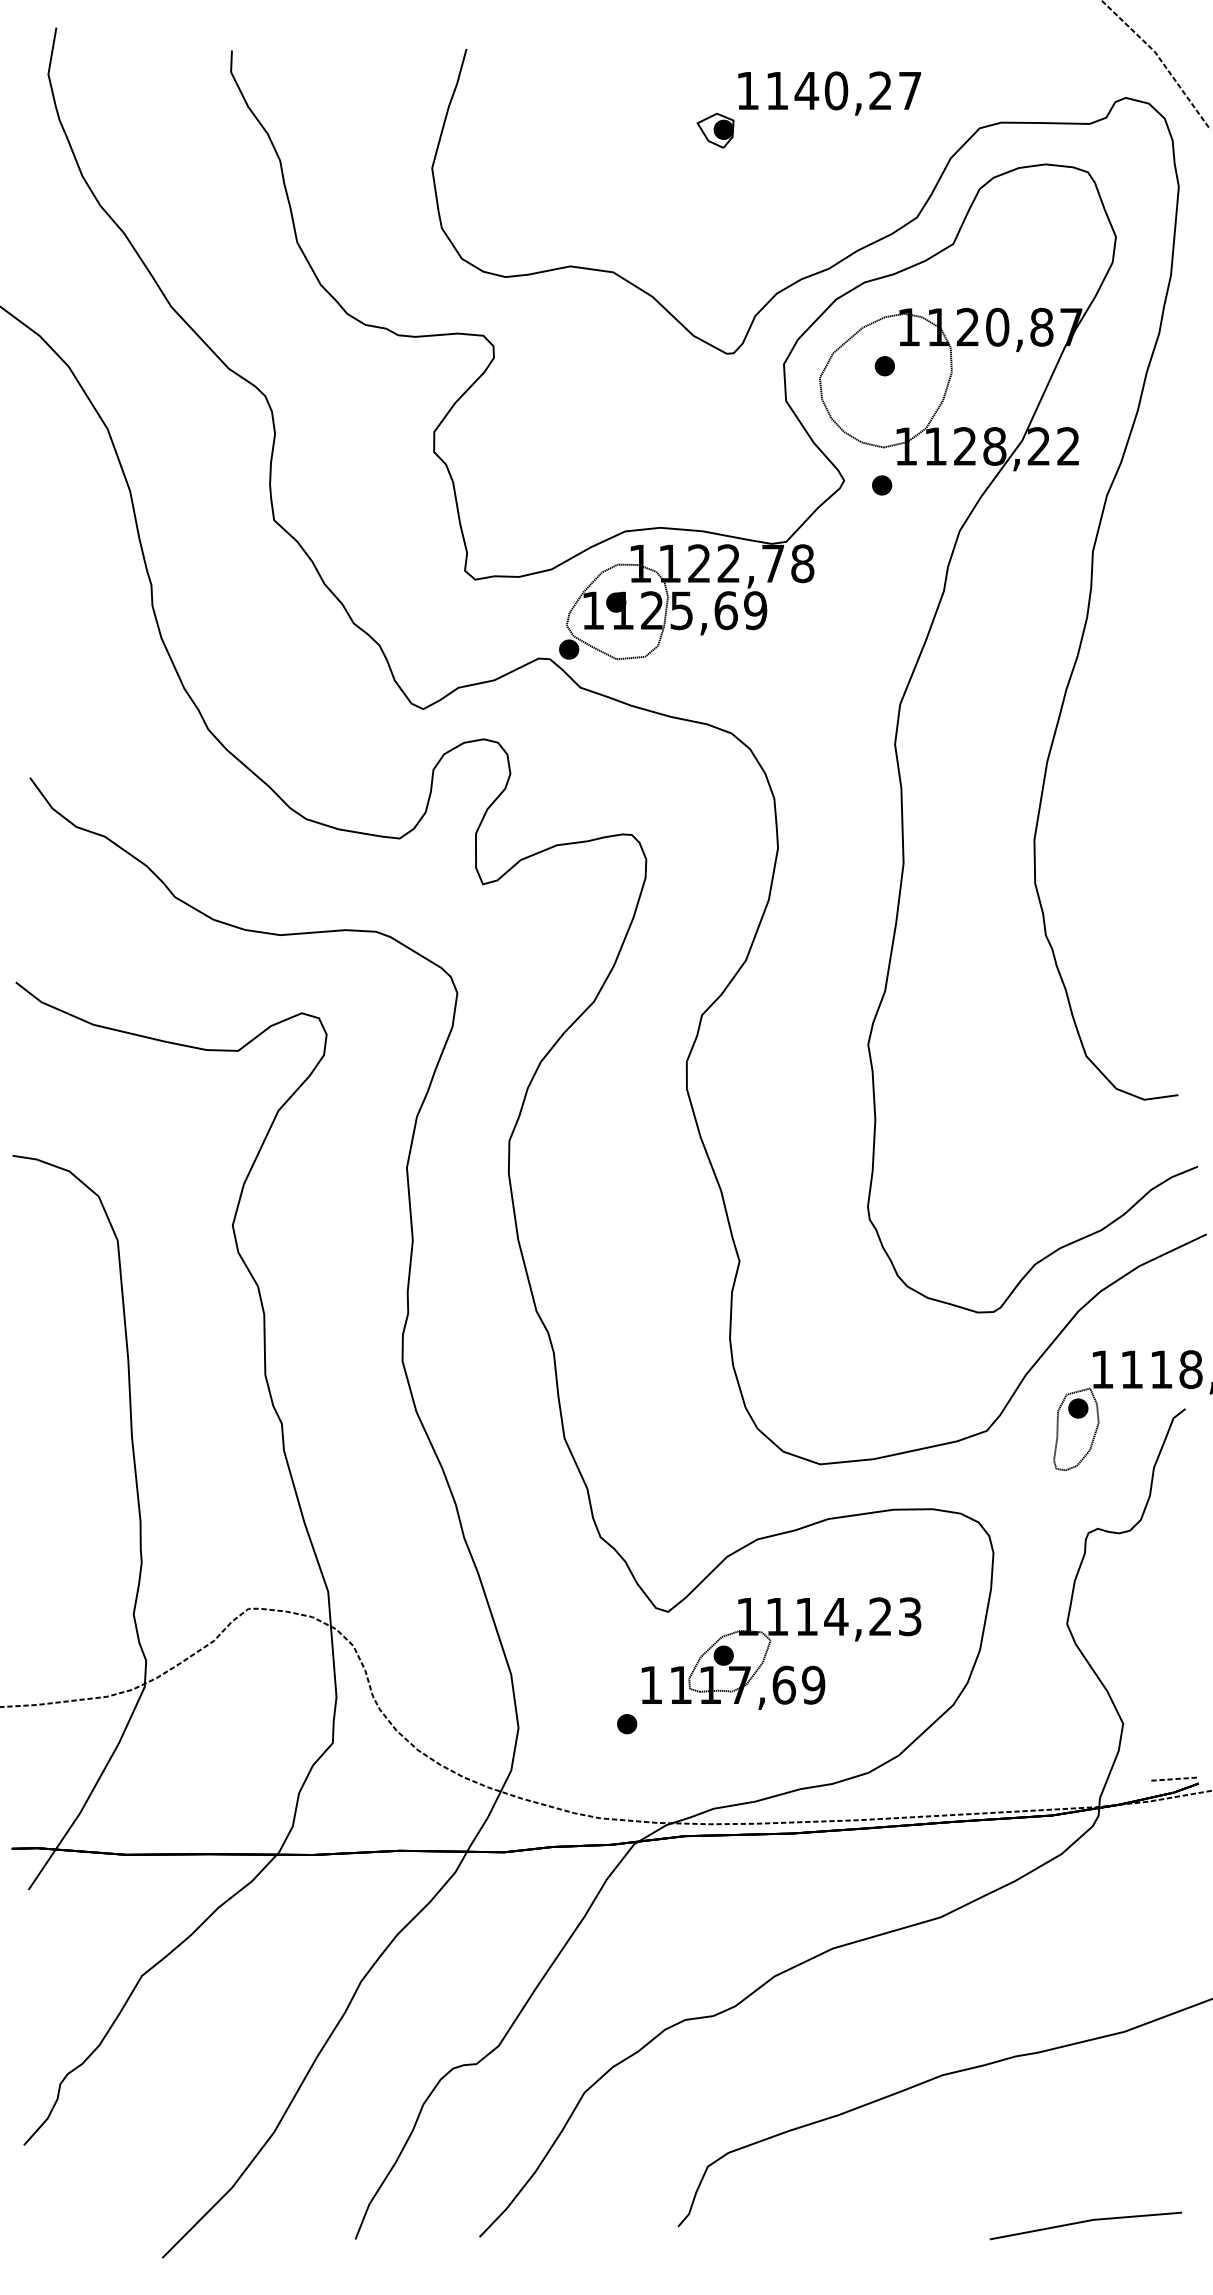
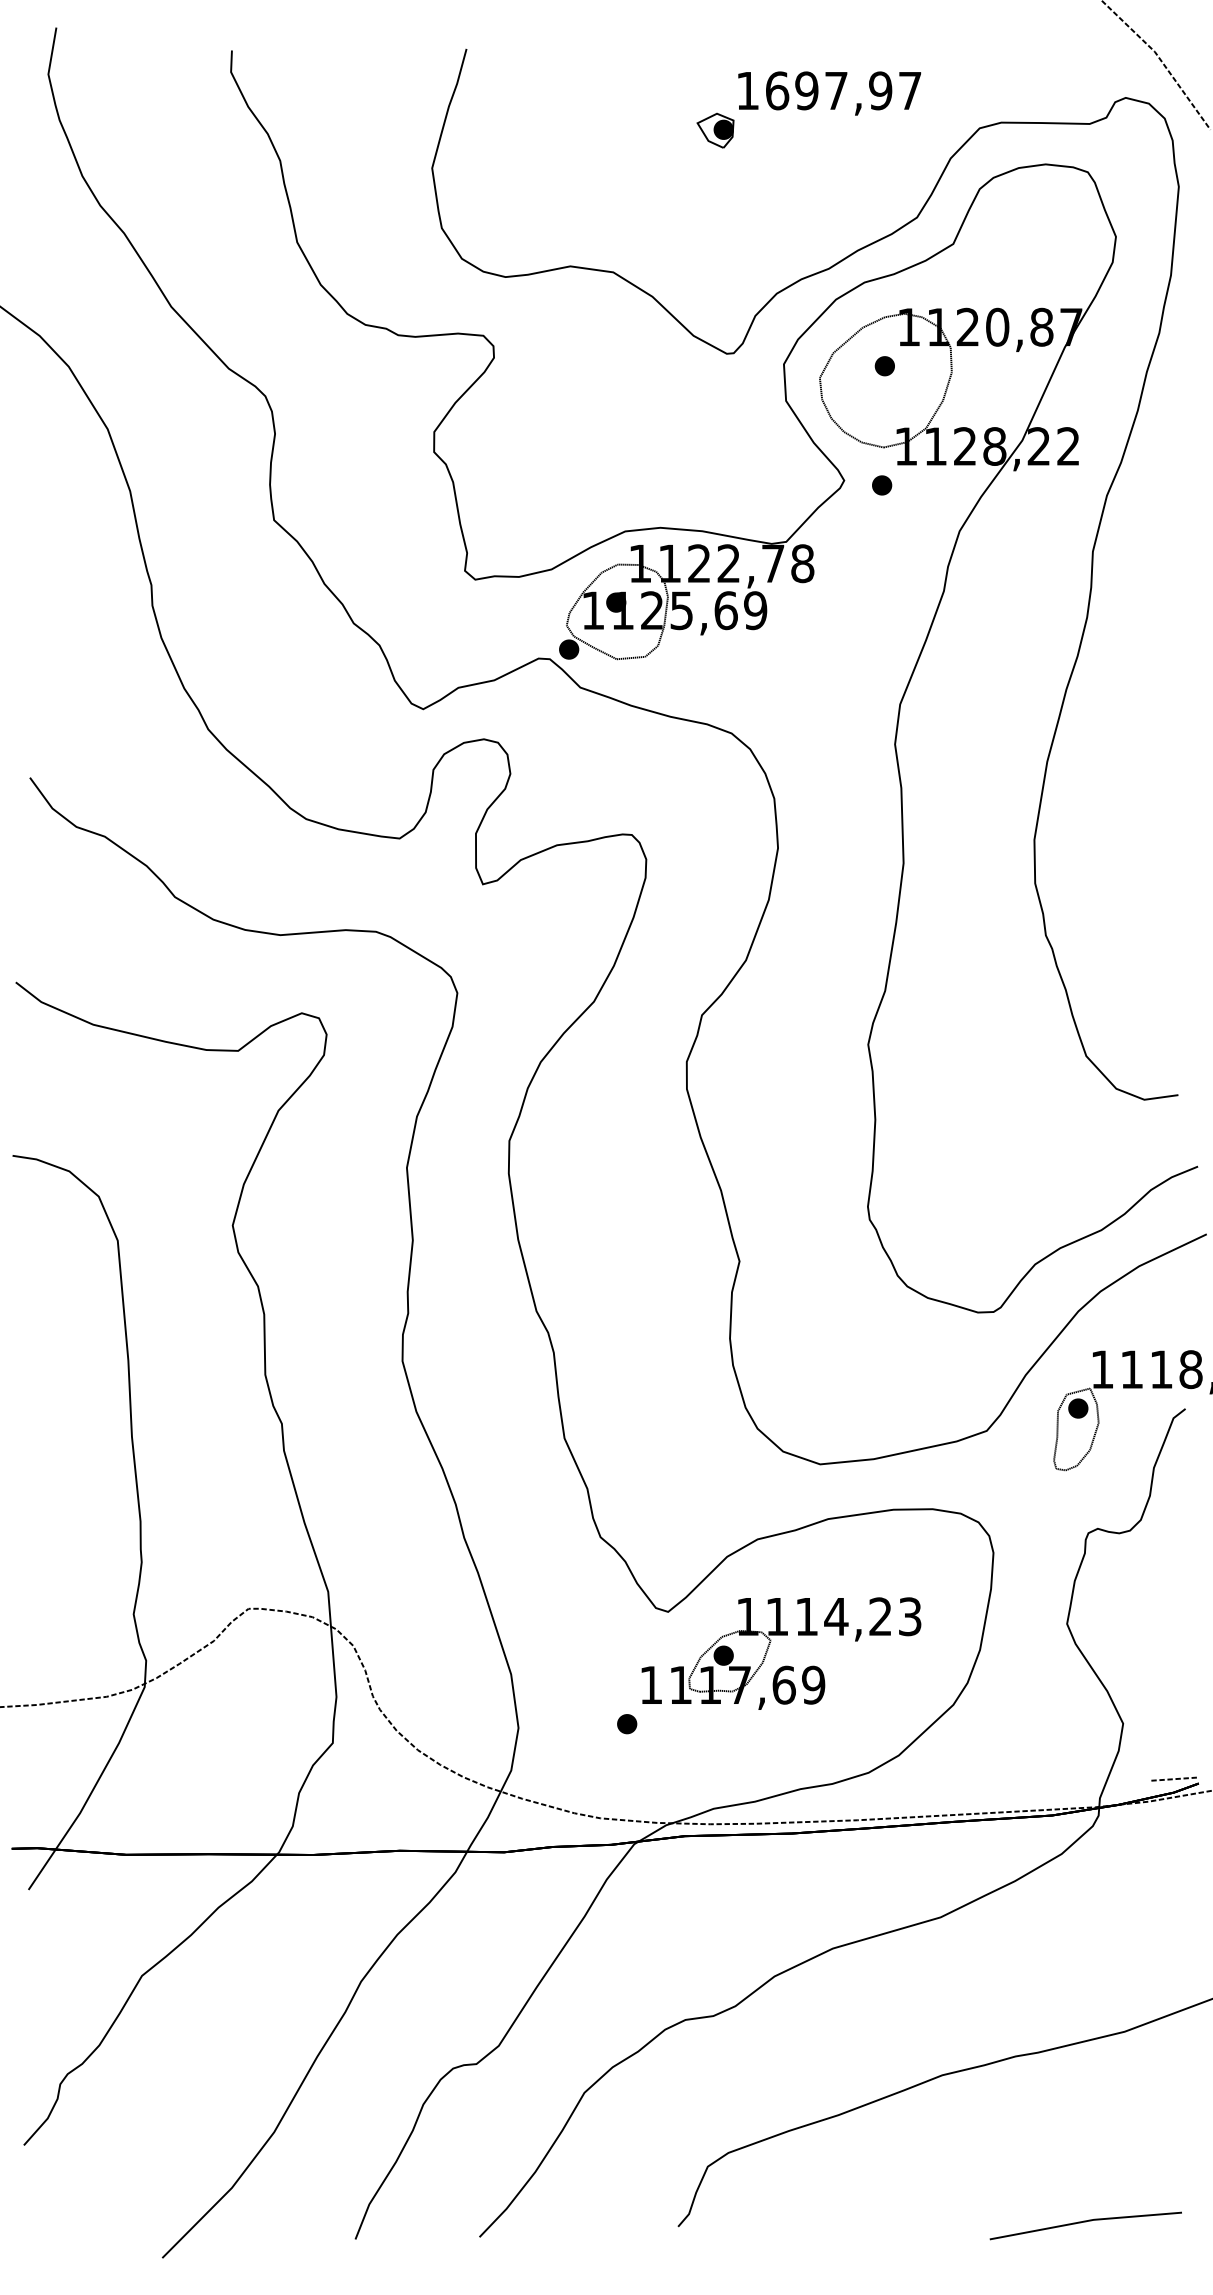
text at (829, 90): 1140,27 -> 1697,97
